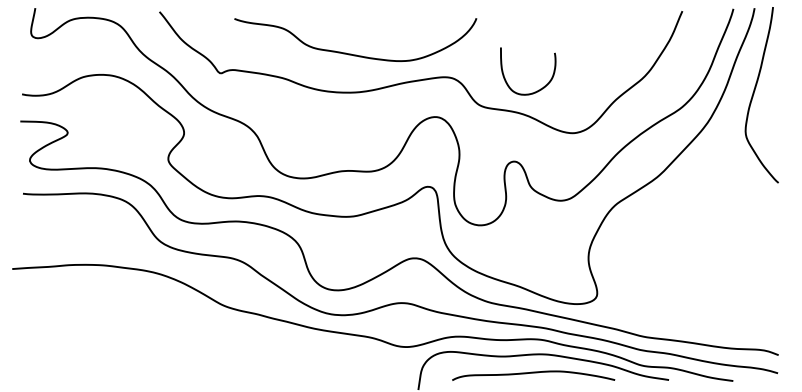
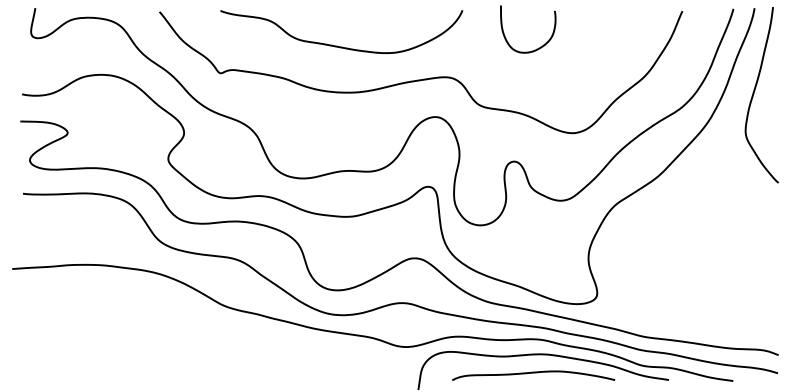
curve at (351, 53) position: (351, 53) -> (337, 45)
curve at (538, 89) position: (538, 89) -> (538, 47)
